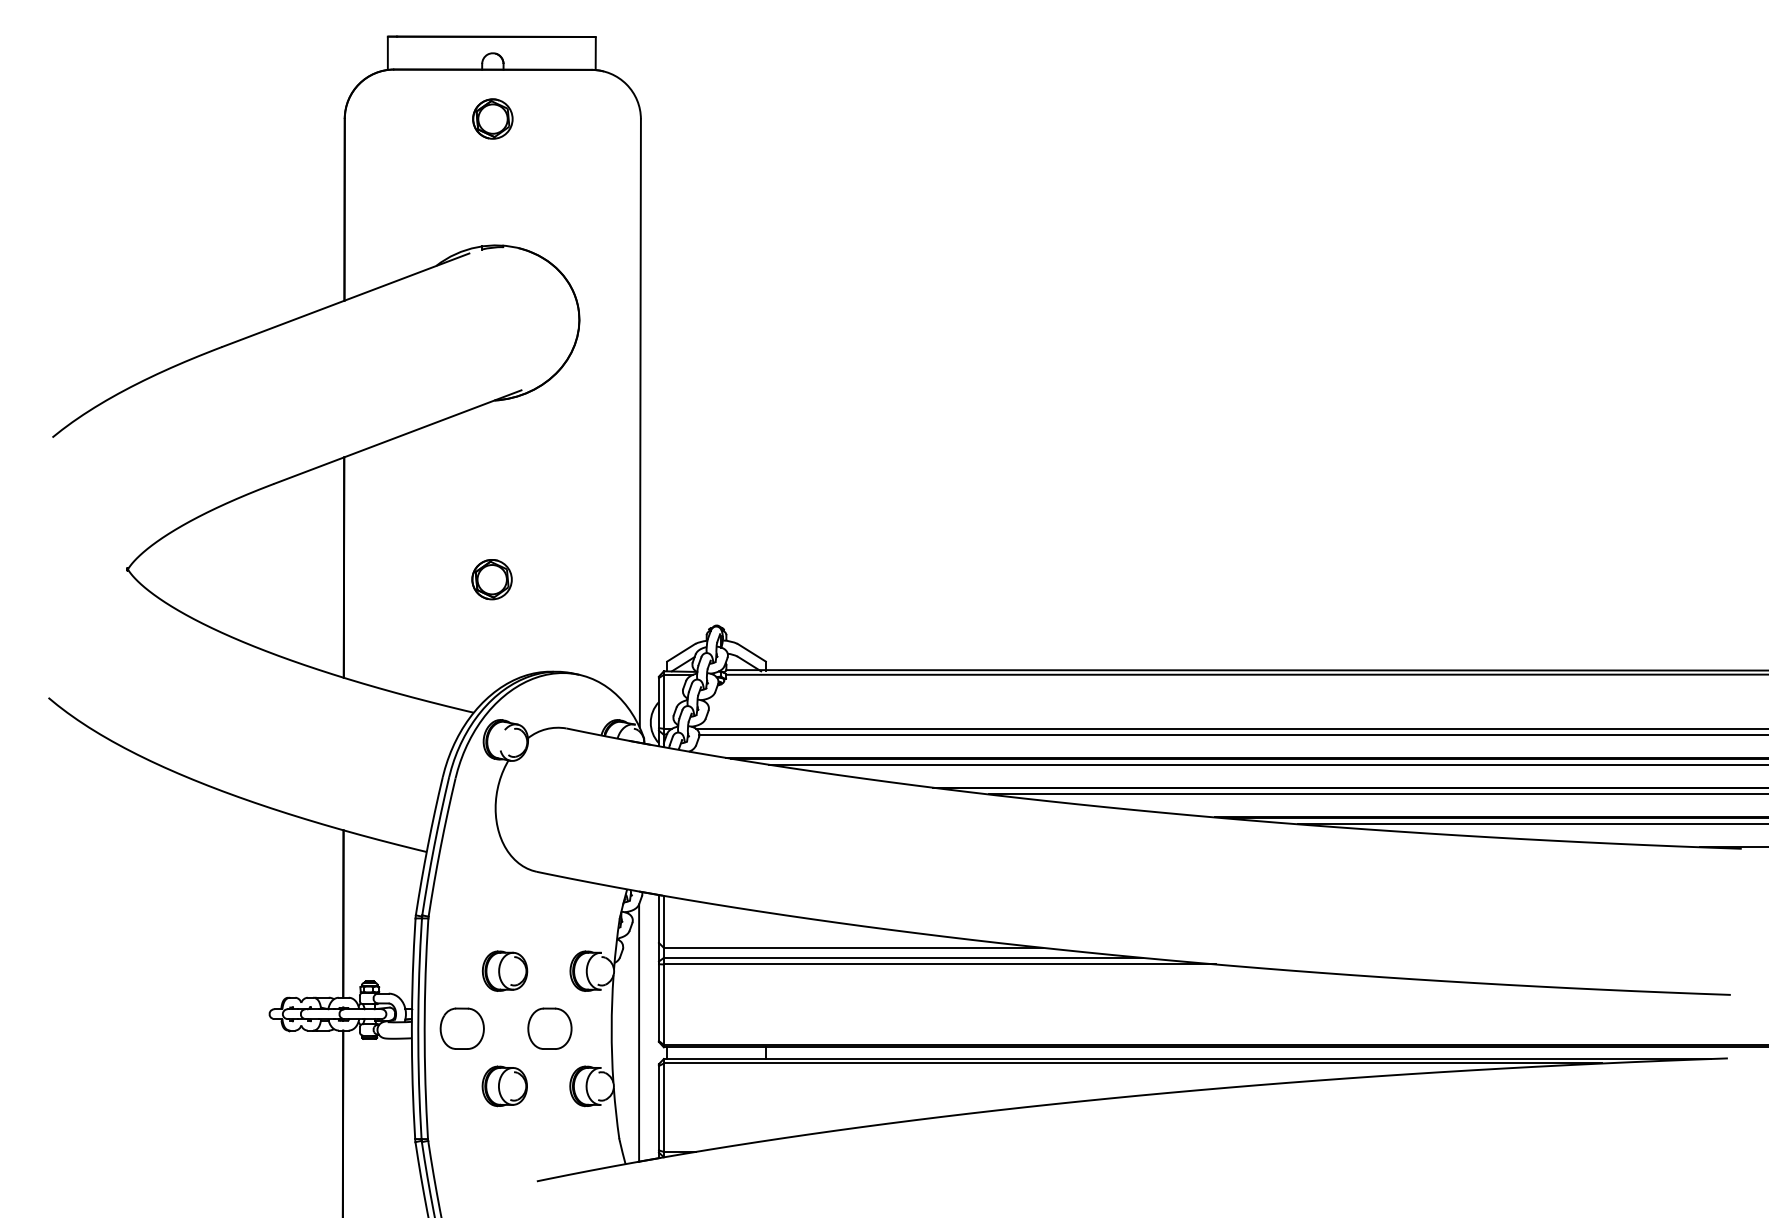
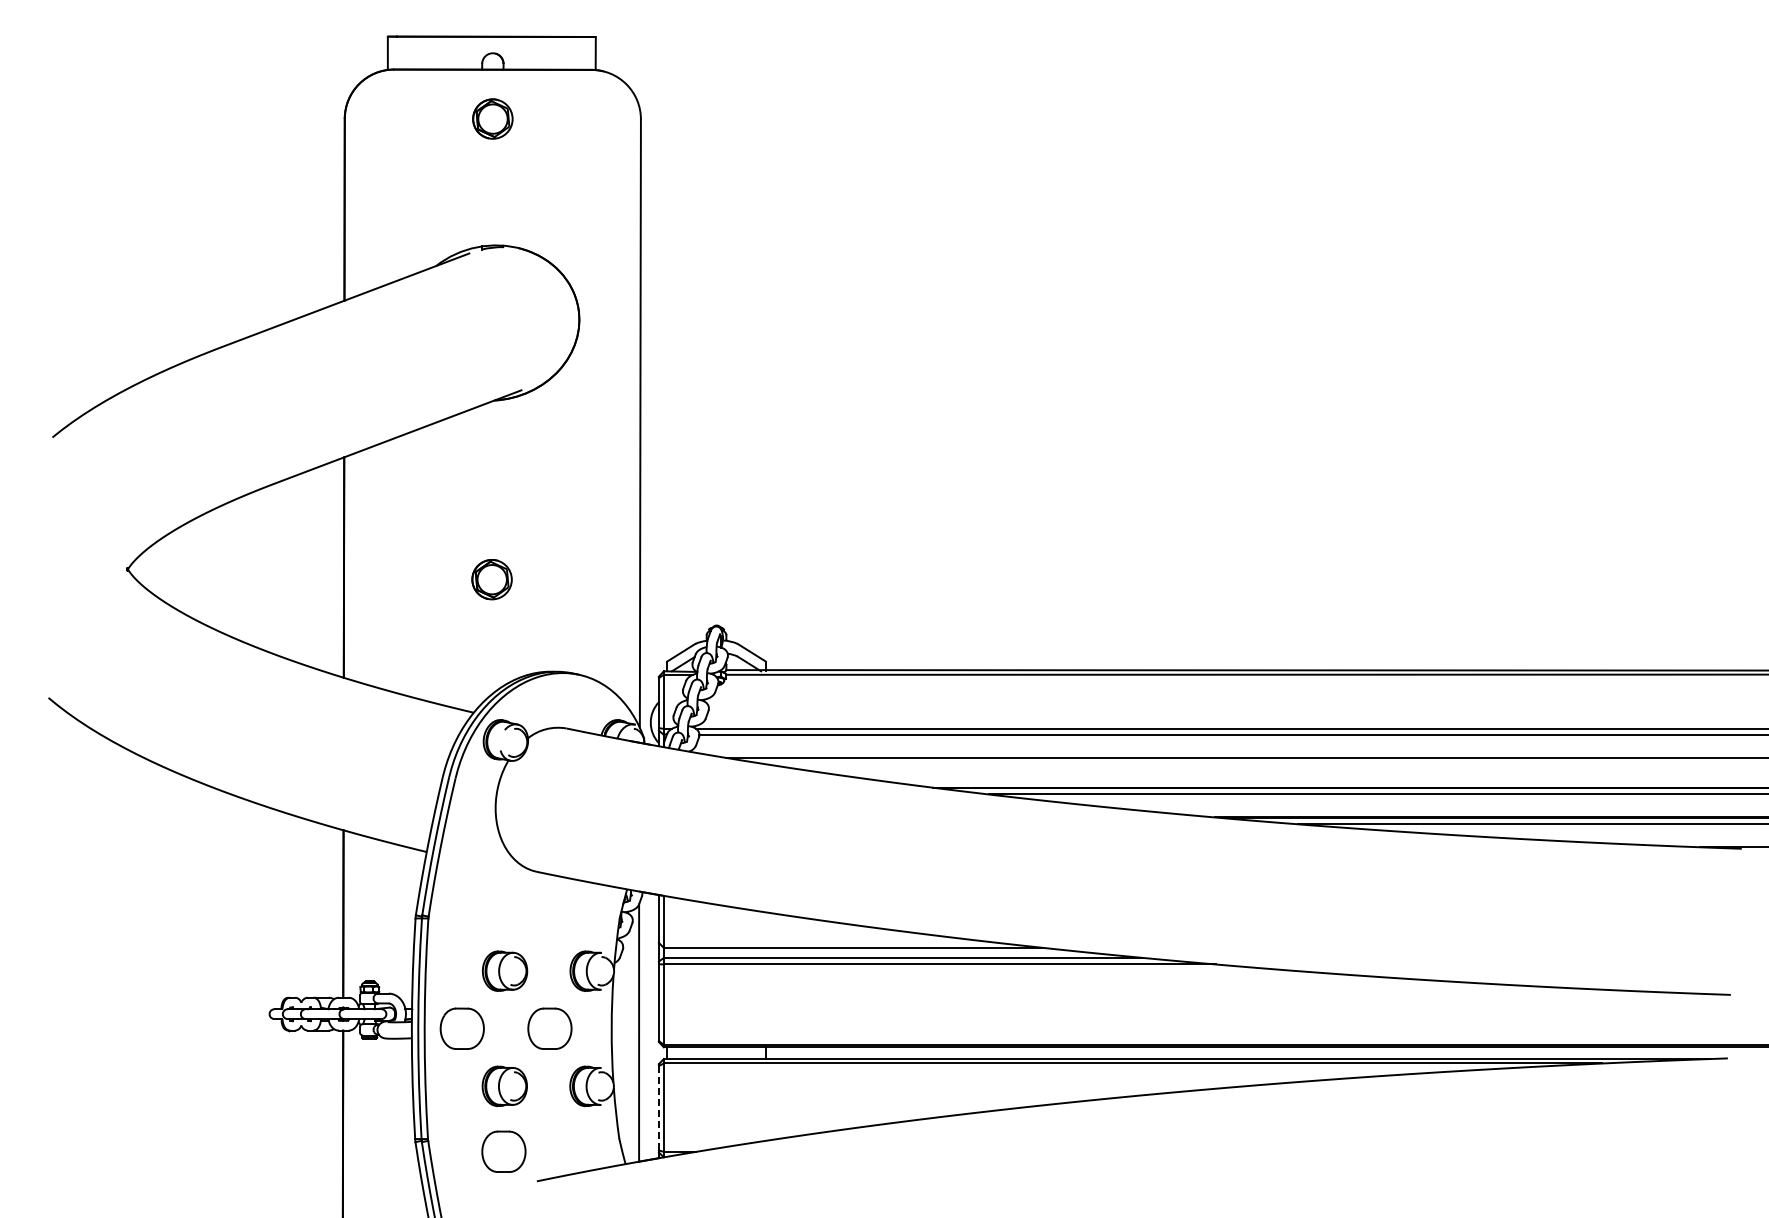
line at (1247, 758): present -> none
line at (1266, 764): present -> none
line at (658, 1107): solid -> dashed
part at (503, 1151): none -> present
